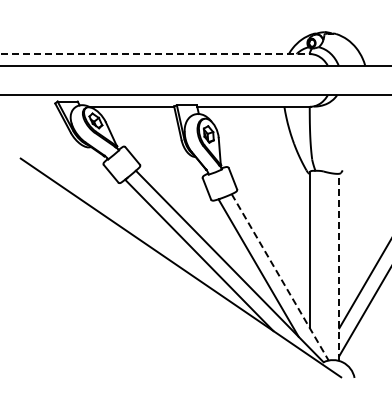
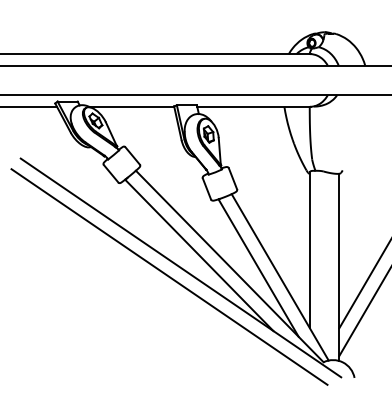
line at (156, 54): dashed -> solid
line at (29, 106): none -> present
line at (339, 267): dashed -> solid
line at (169, 276): none -> present
line at (280, 277): dashed -> solid
